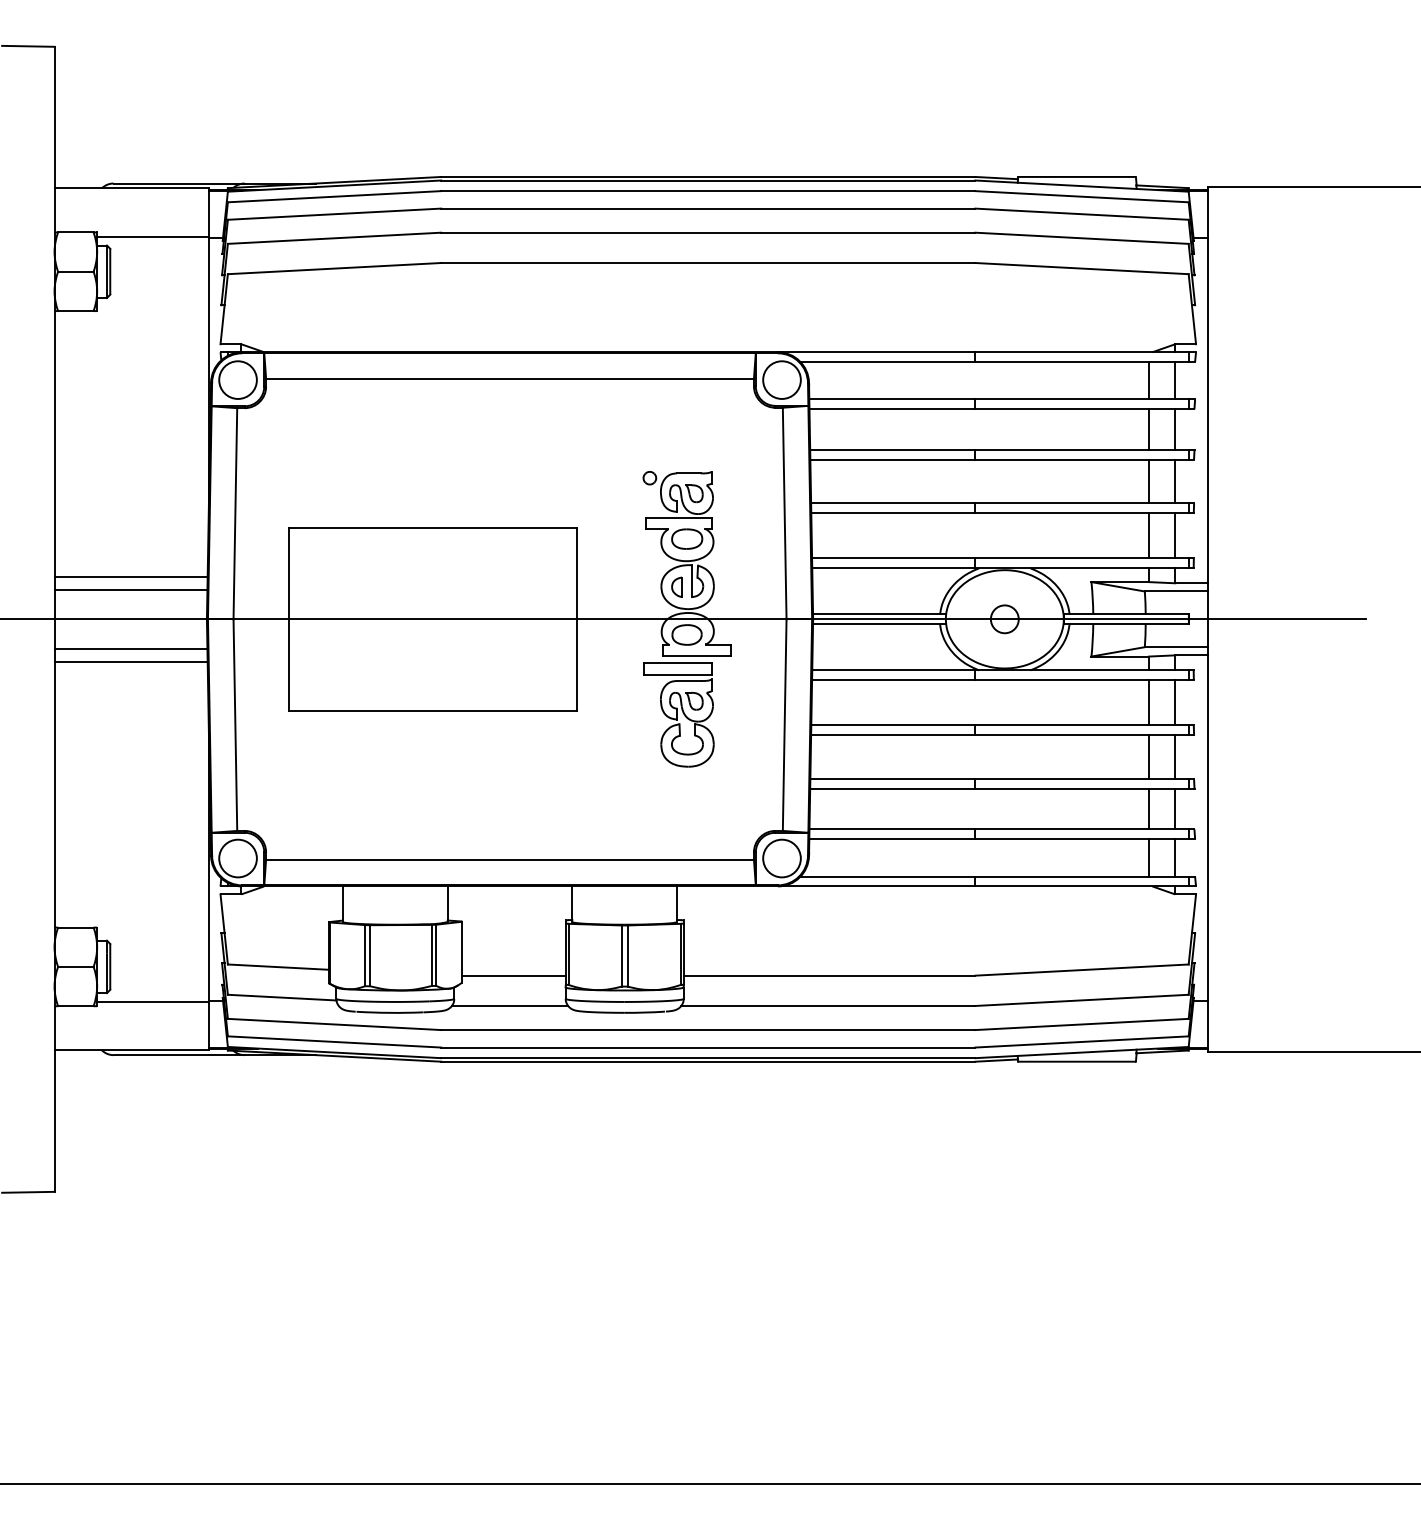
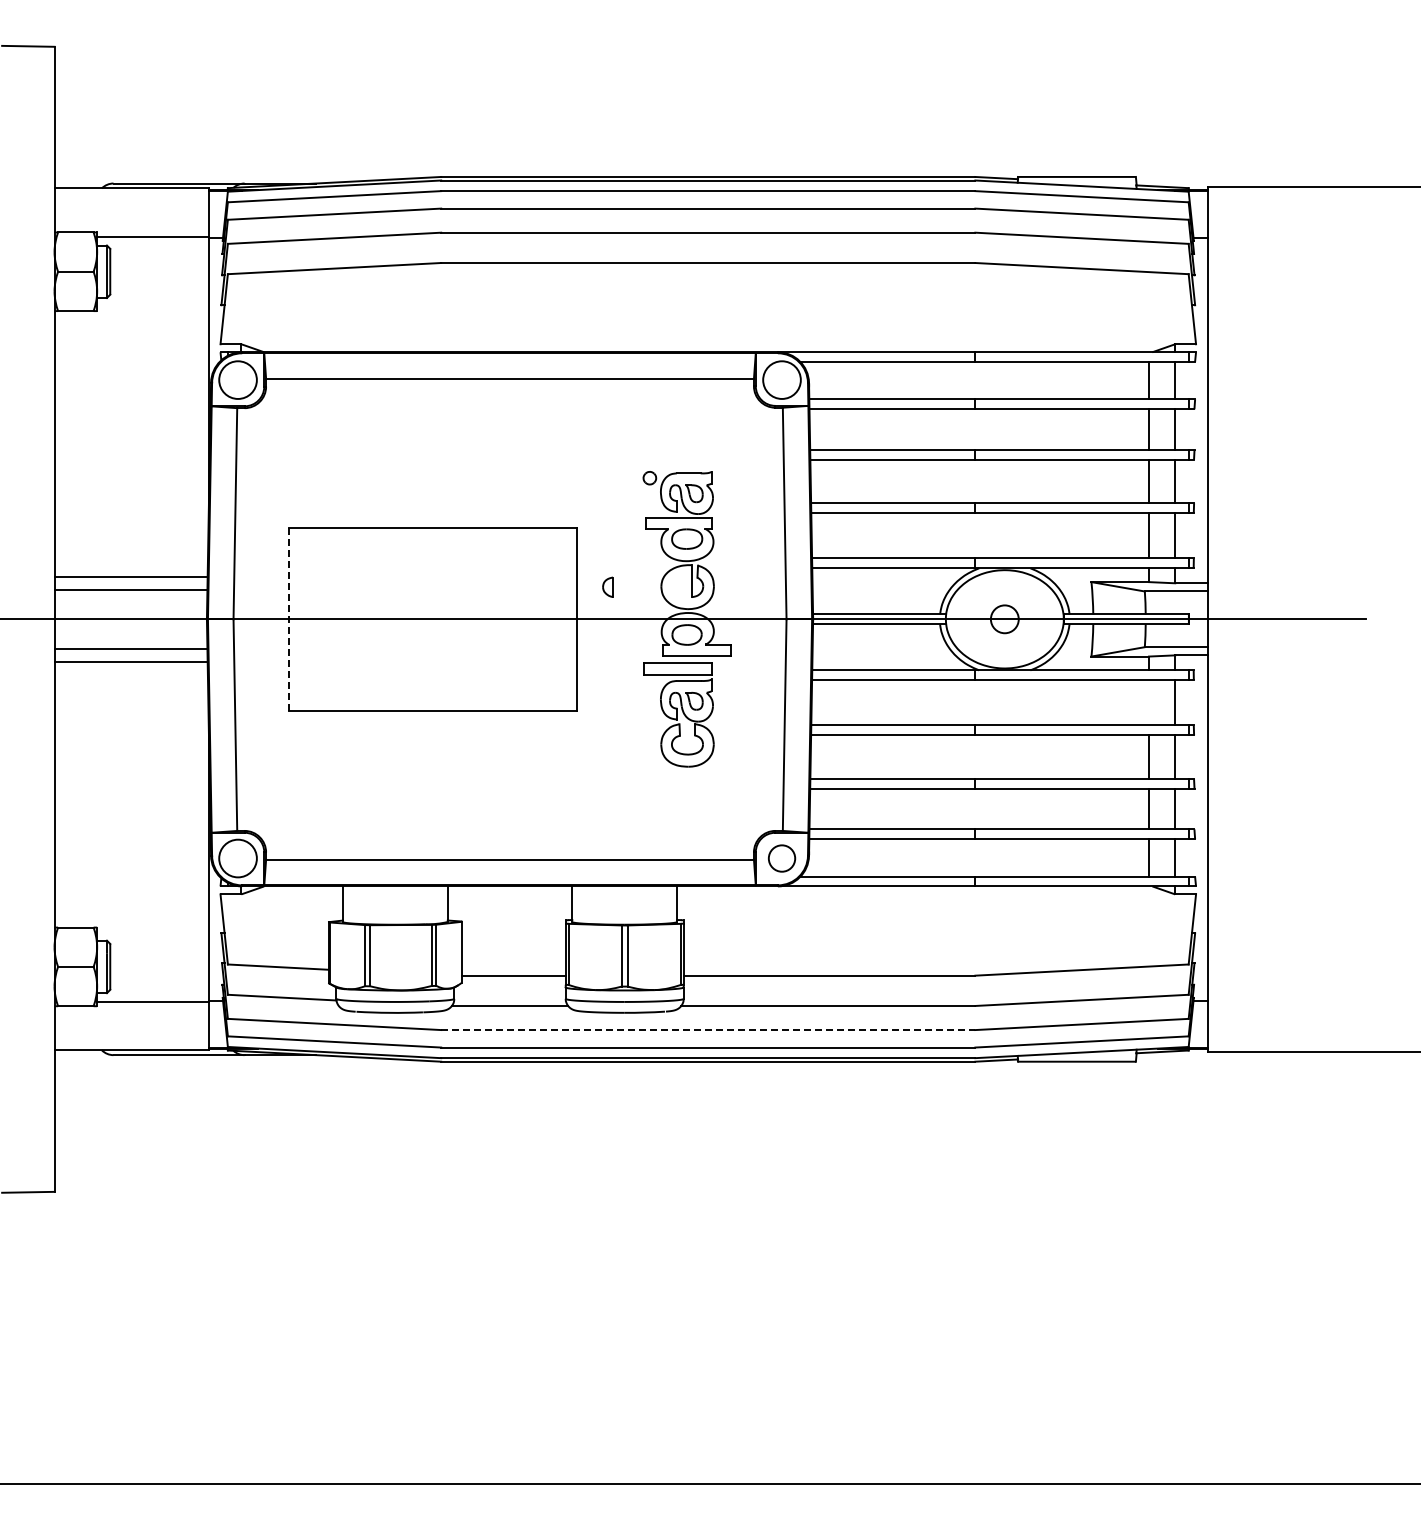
part at (676, 586) position: (676, 586) -> (607, 586)
line at (288, 619): solid -> dashed
line at (1149, 702): present -> none
circle at (781, 858) diameter: 38 px -> 26 px
line at (708, 1030): solid -> dashed
